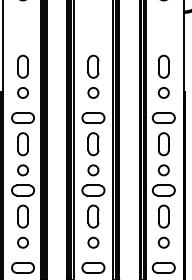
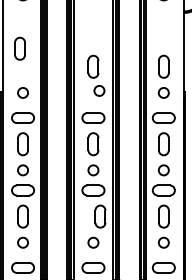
part at (22, 66) position: (22, 66) -> (19, 48)
circle at (93, 92) position: (93, 92) -> (99, 90)
part at (93, 216) position: (93, 216) -> (100, 216)
